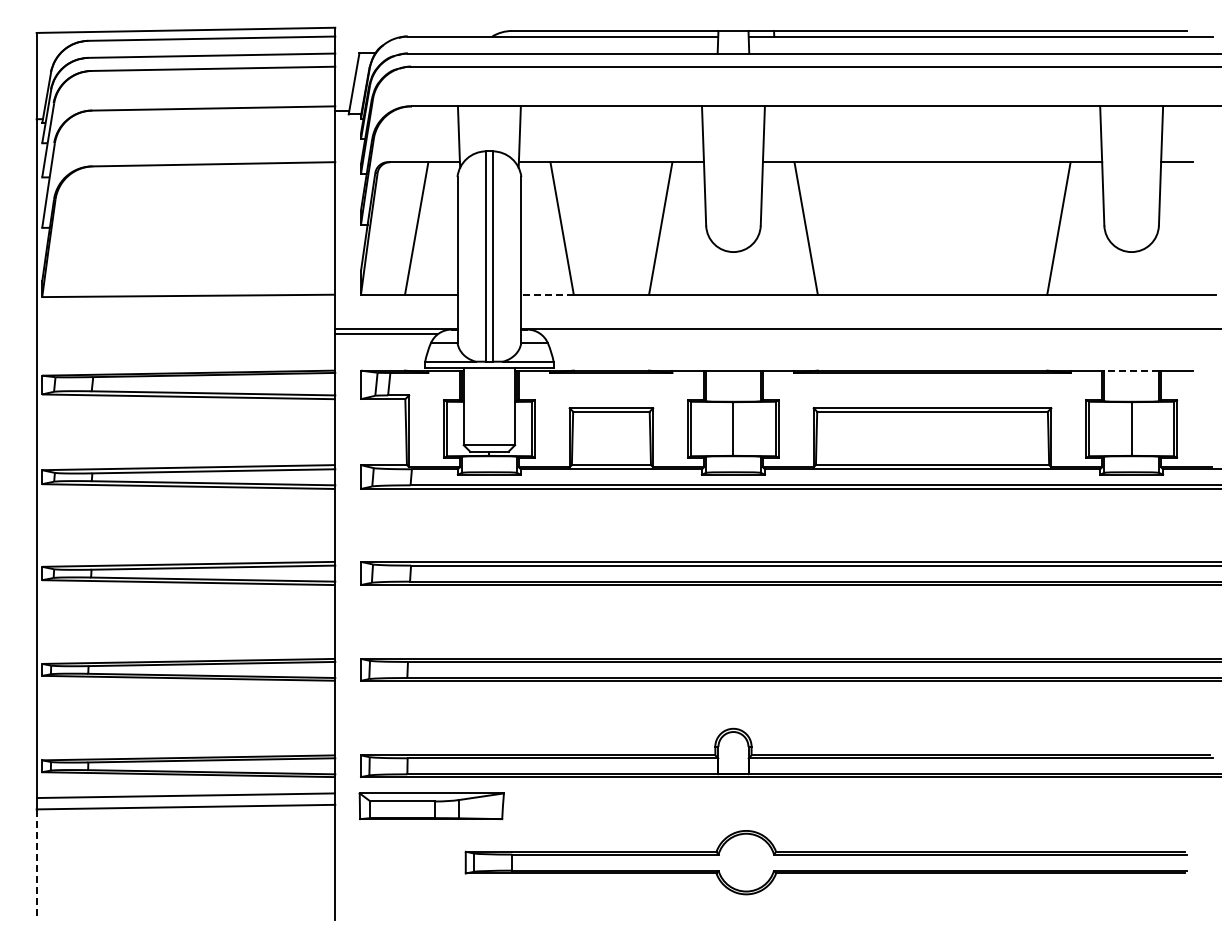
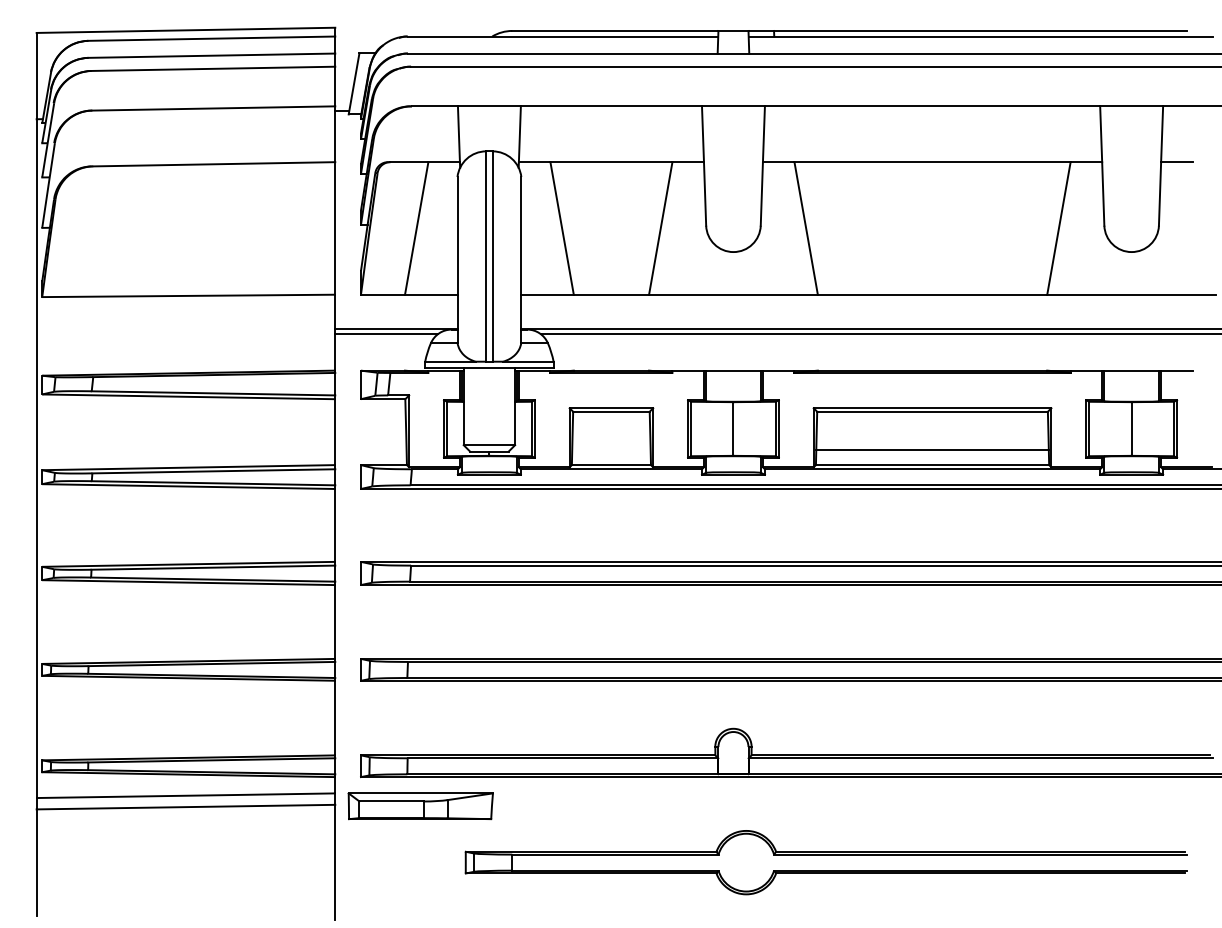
line at (547, 294): dashed -> solid
line at (879, 334): none -> present
line at (1131, 370): dashed -> solid
line at (932, 449): none -> present
part at (431, 806) position: (431, 806) -> (420, 806)
line at (36, 862): dashed -> solid
